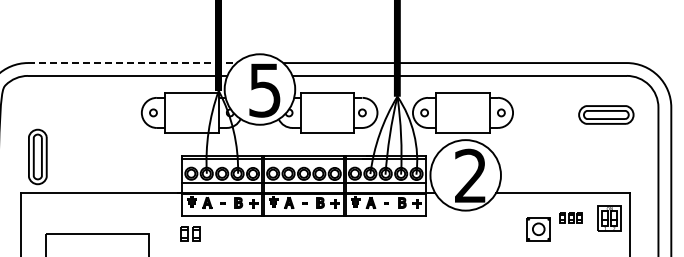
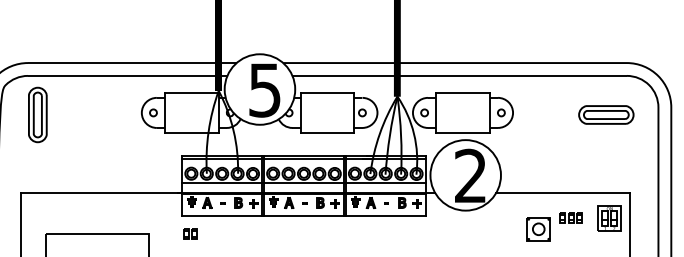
line at (132, 63): dashed -> solid
part at (37, 156) position: (37, 156) -> (37, 114)
part at (190, 233) size: 21x16 px -> 15x12 px
